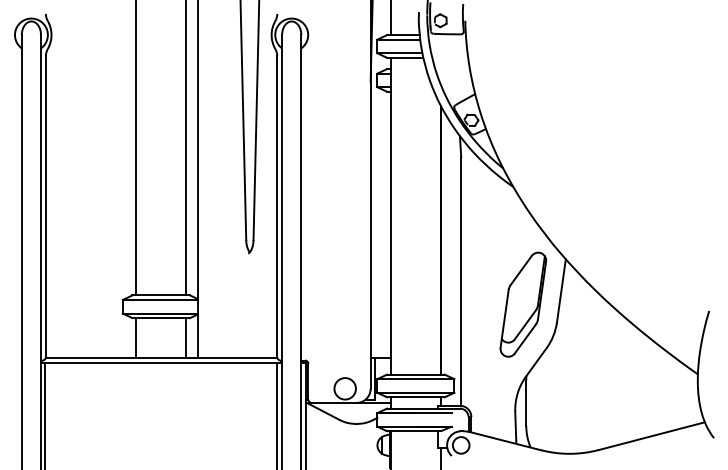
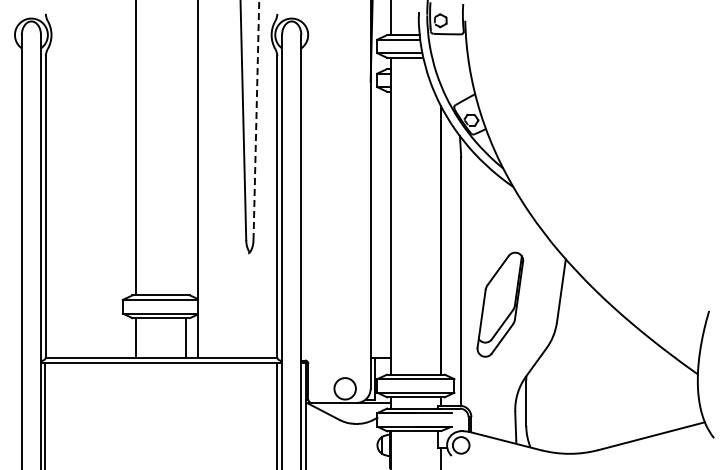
line at (256, 120): solid -> dashed
line at (186, 148): present -> none
part at (523, 304) position: (523, 304) -> (500, 304)
